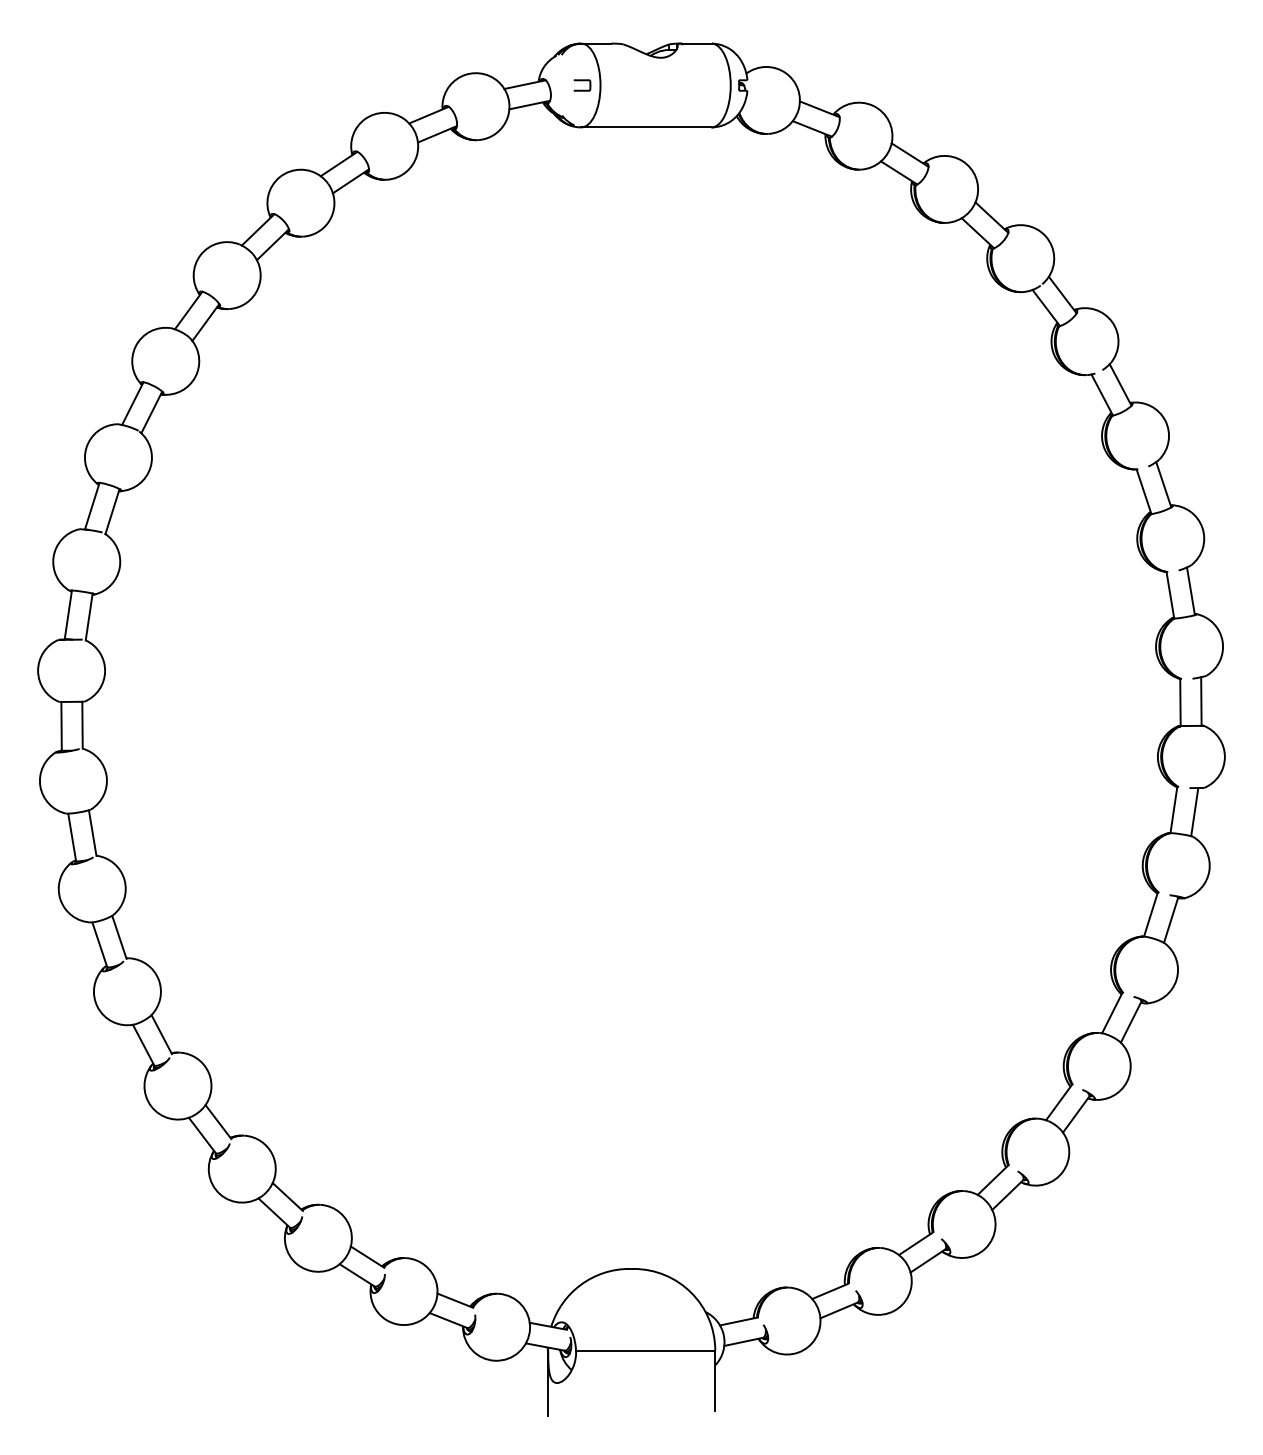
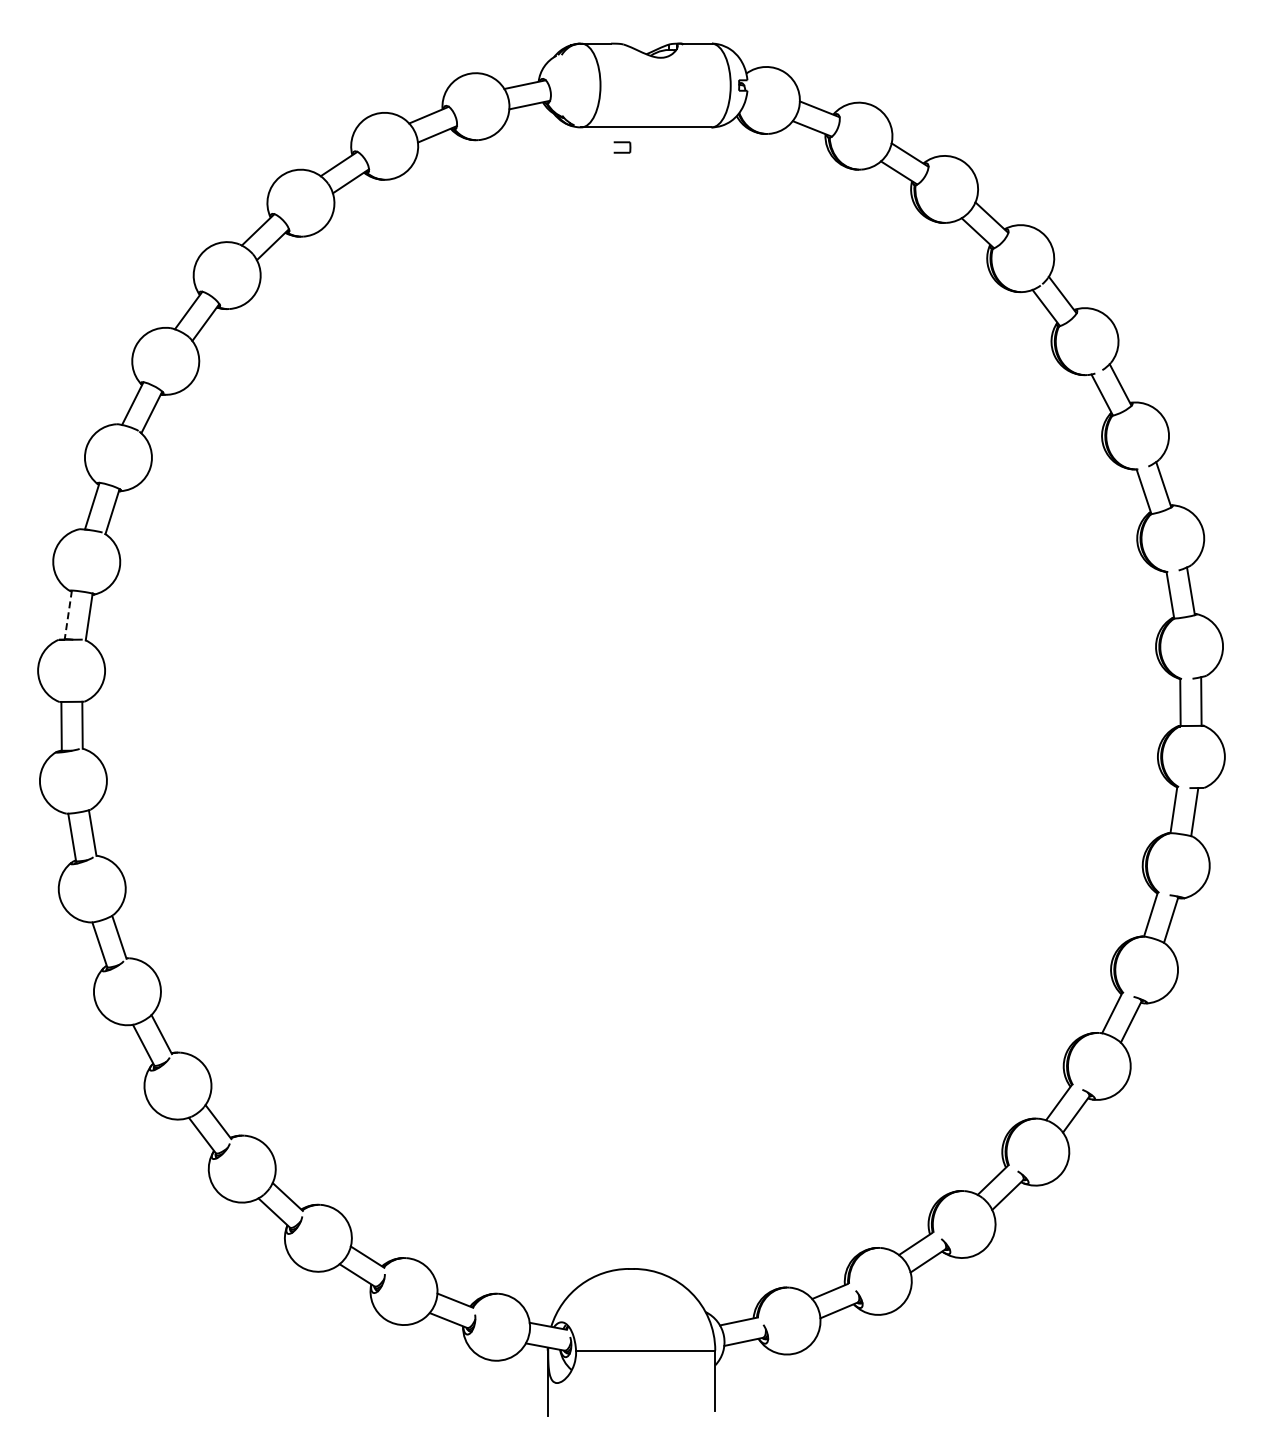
part at (582, 85) position: (582, 85) -> (622, 147)
line at (68, 614): solid -> dashed
